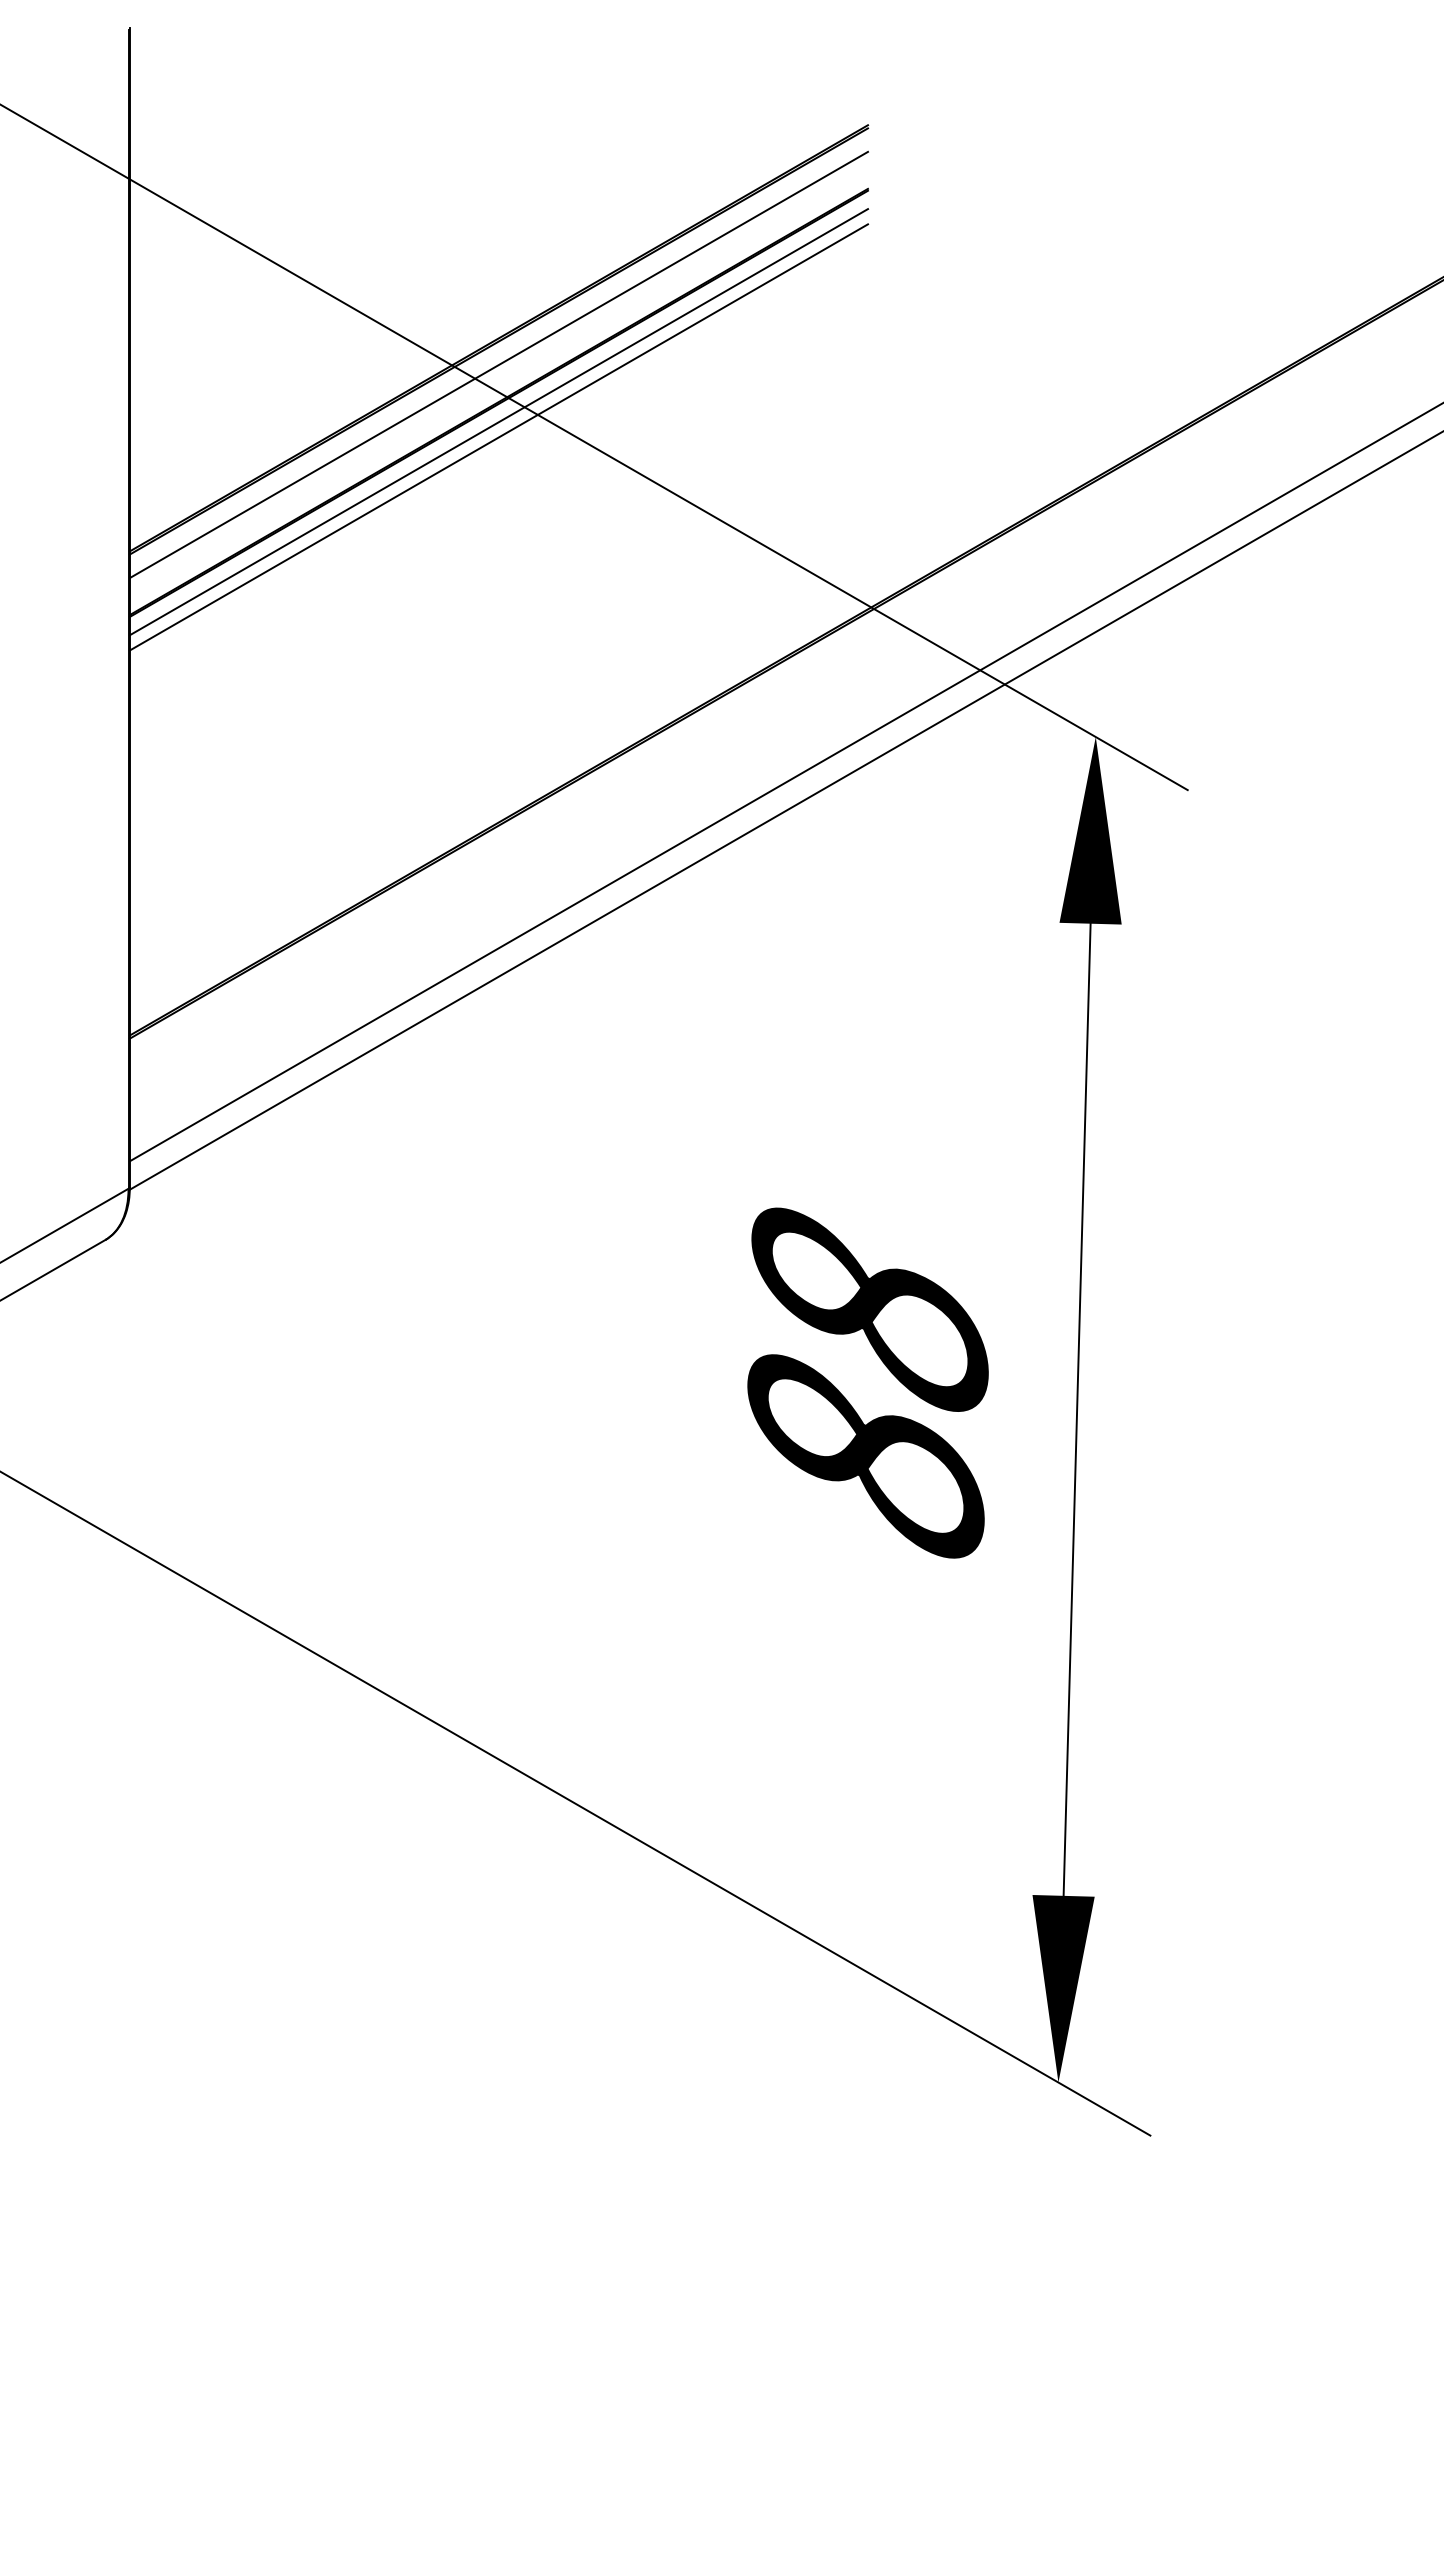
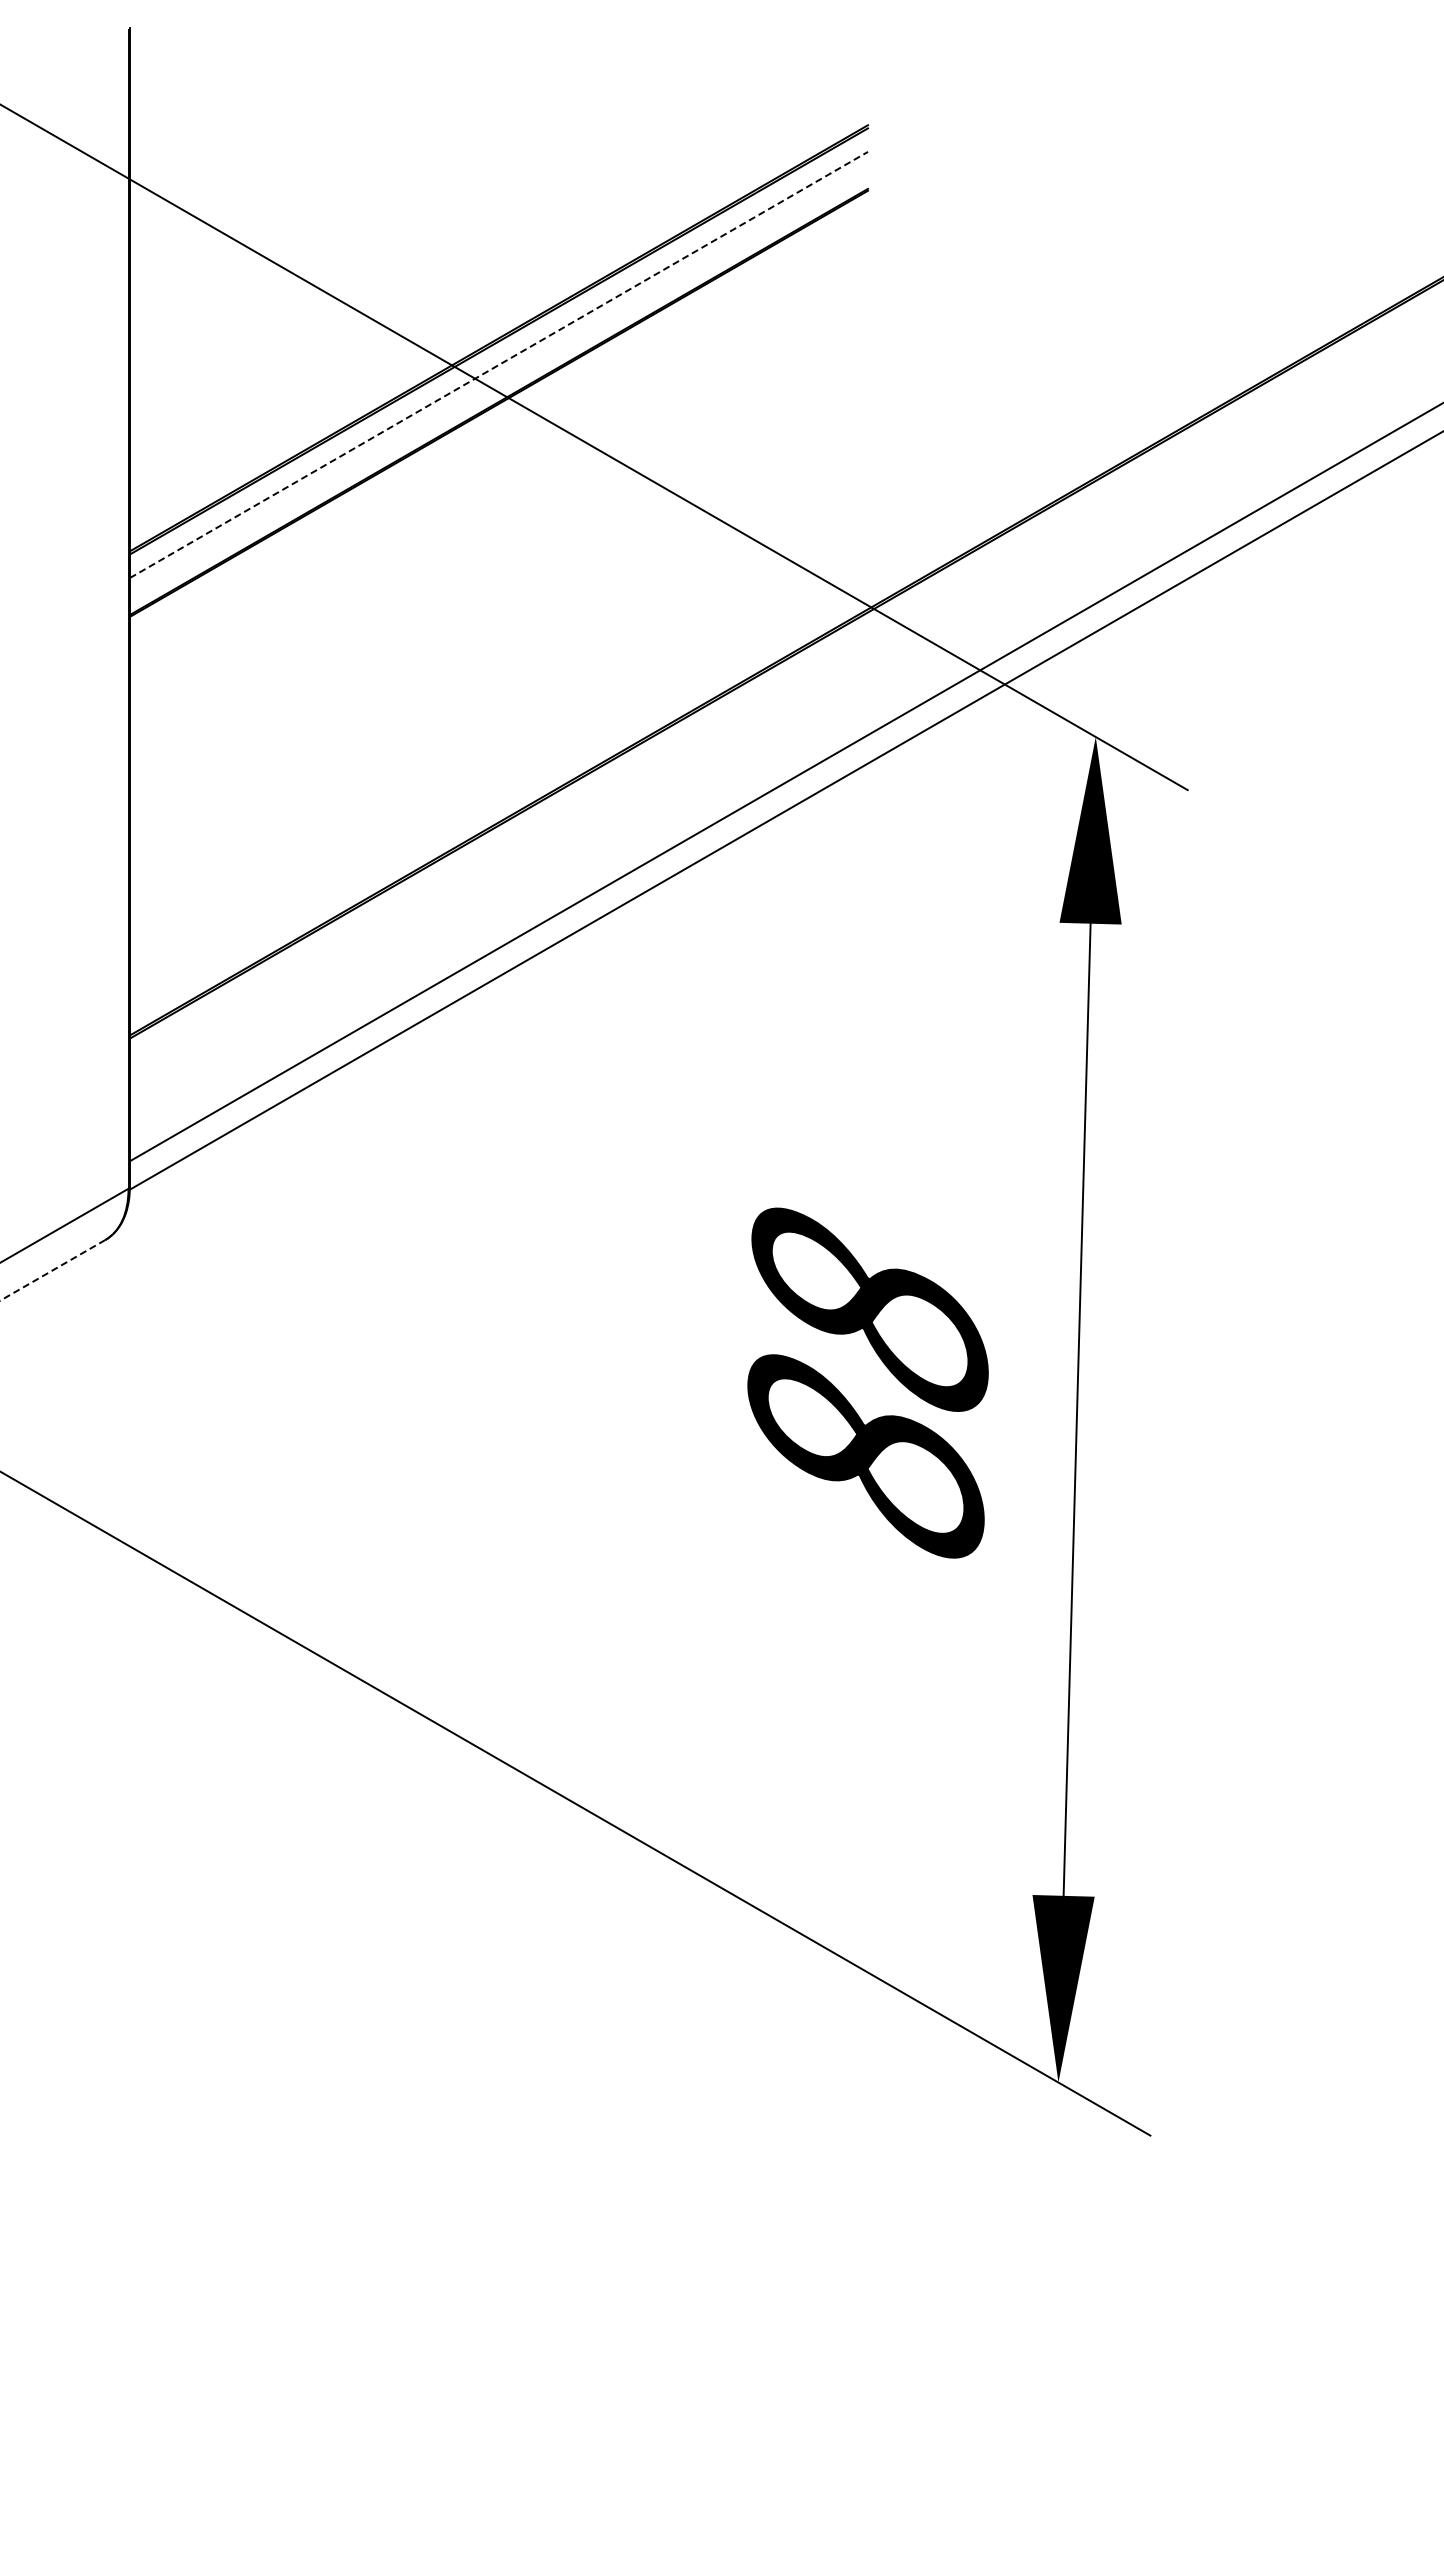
line at (499, 364): solid -> dashed
line at (498, 422): present -> none
line at (498, 437): present -> none
line at (52, 1270): solid -> dashed
